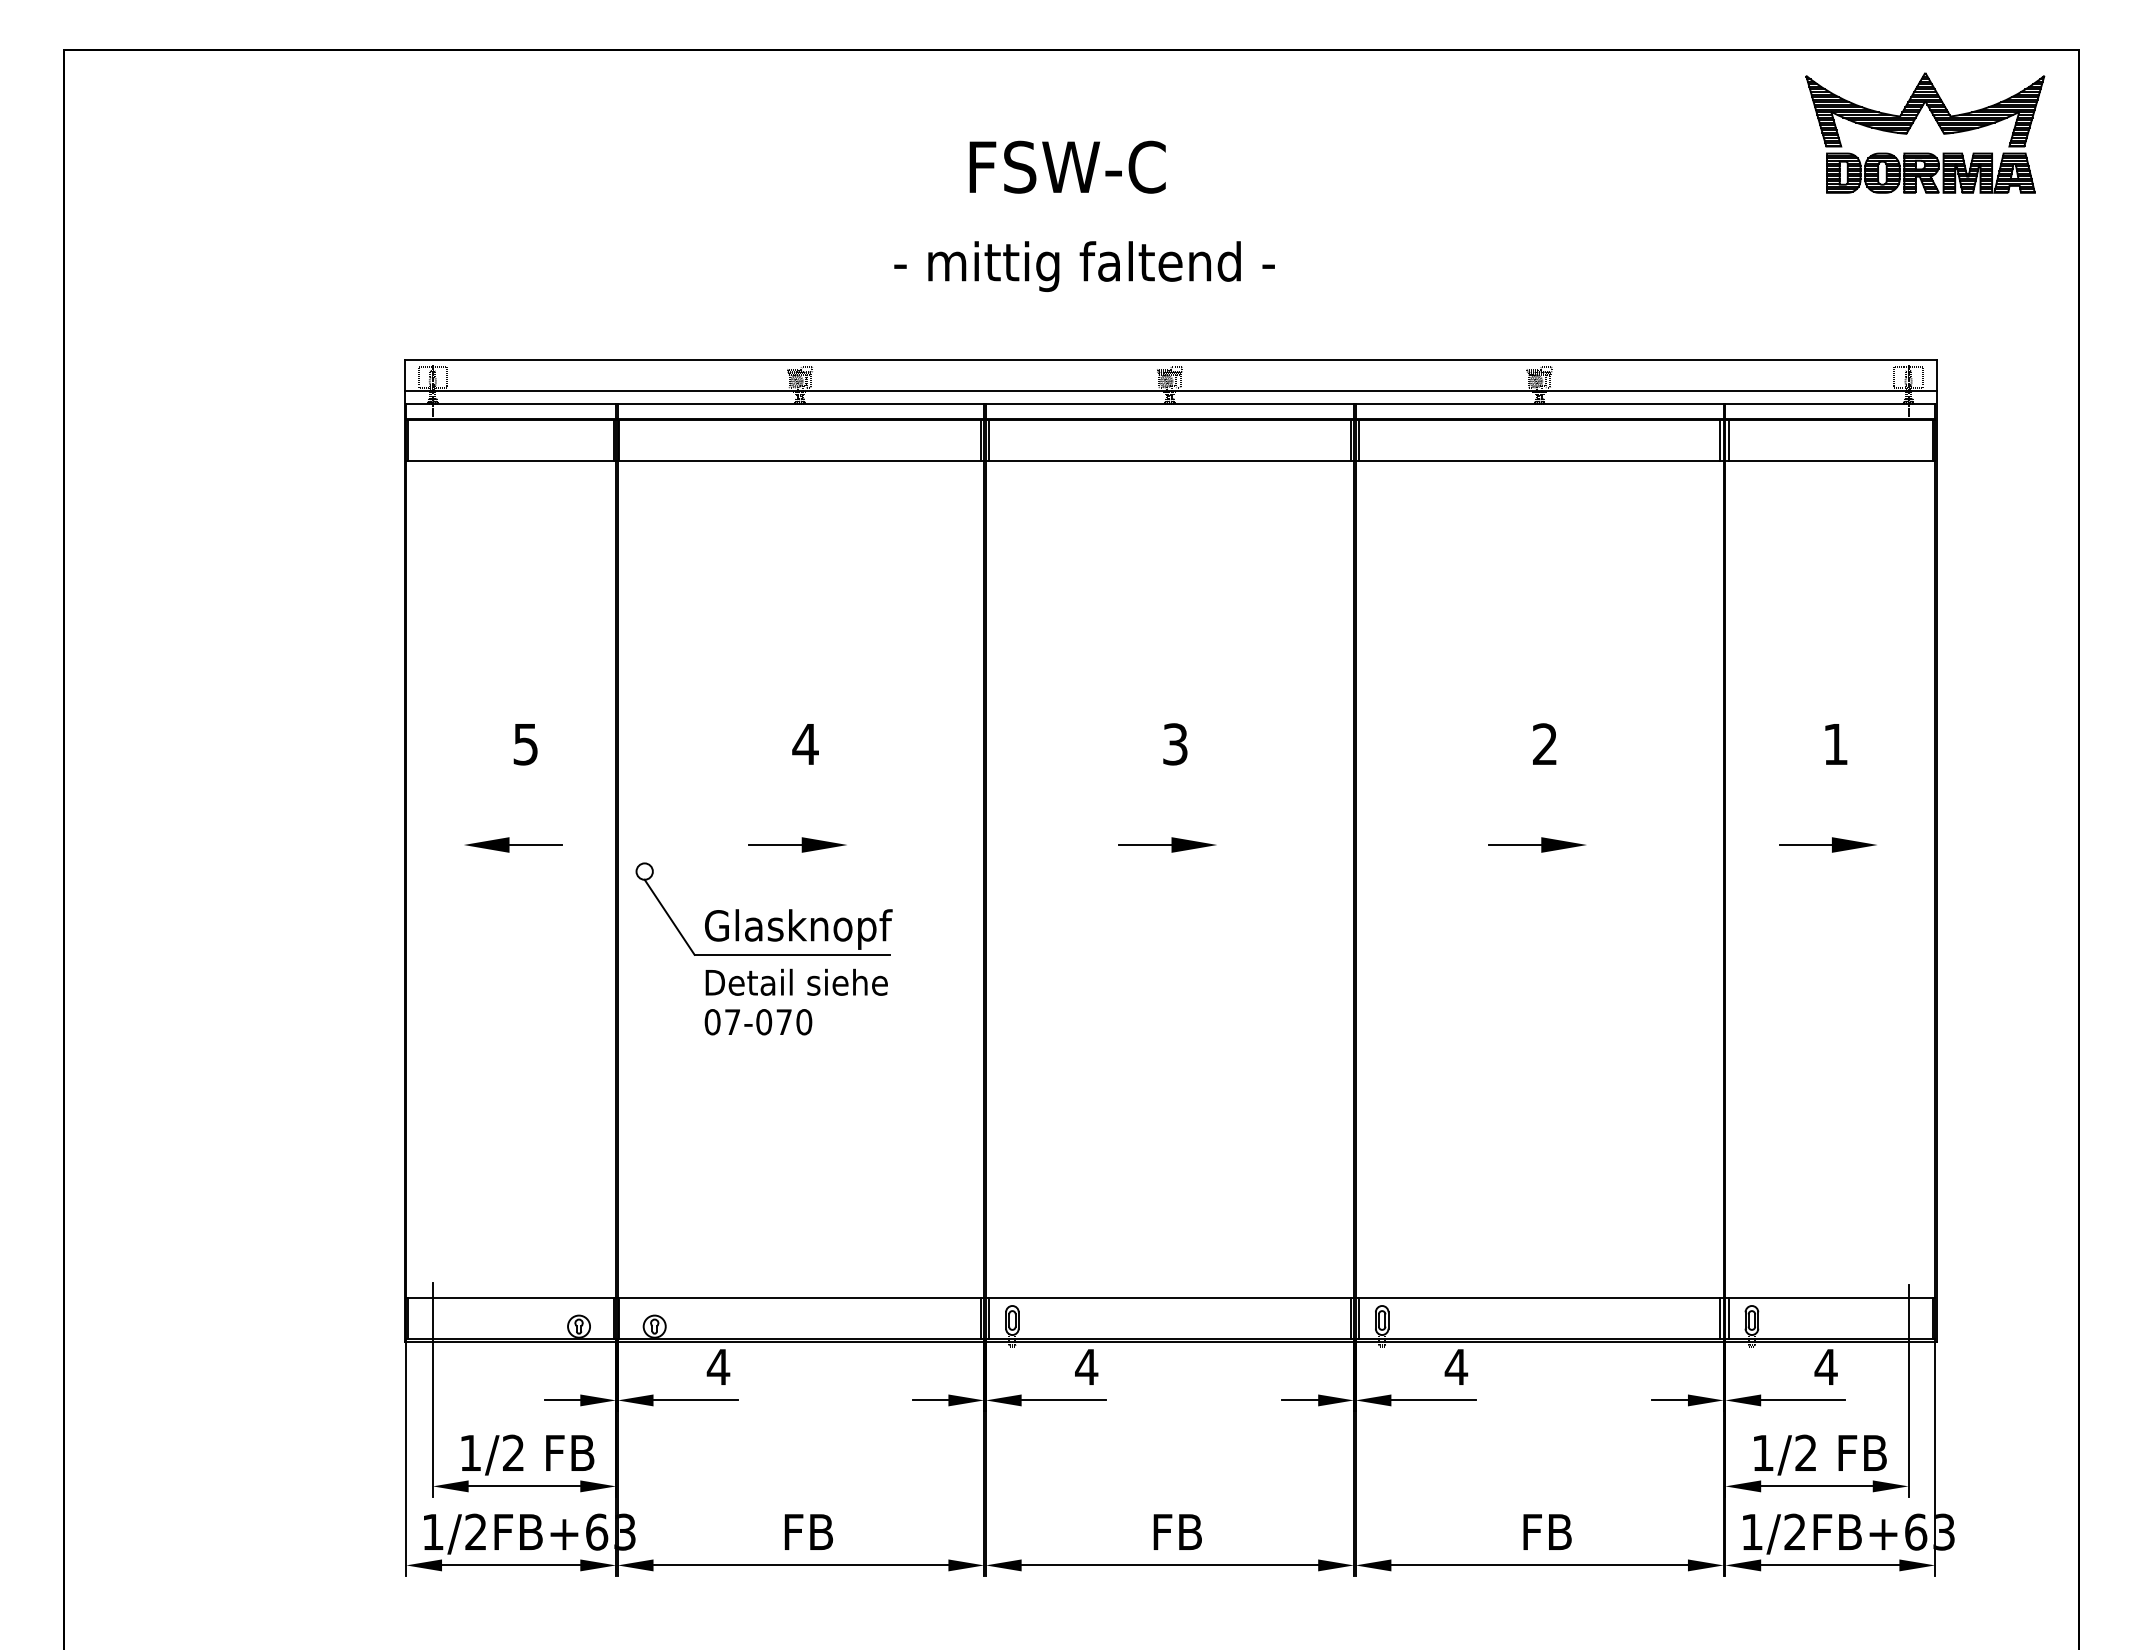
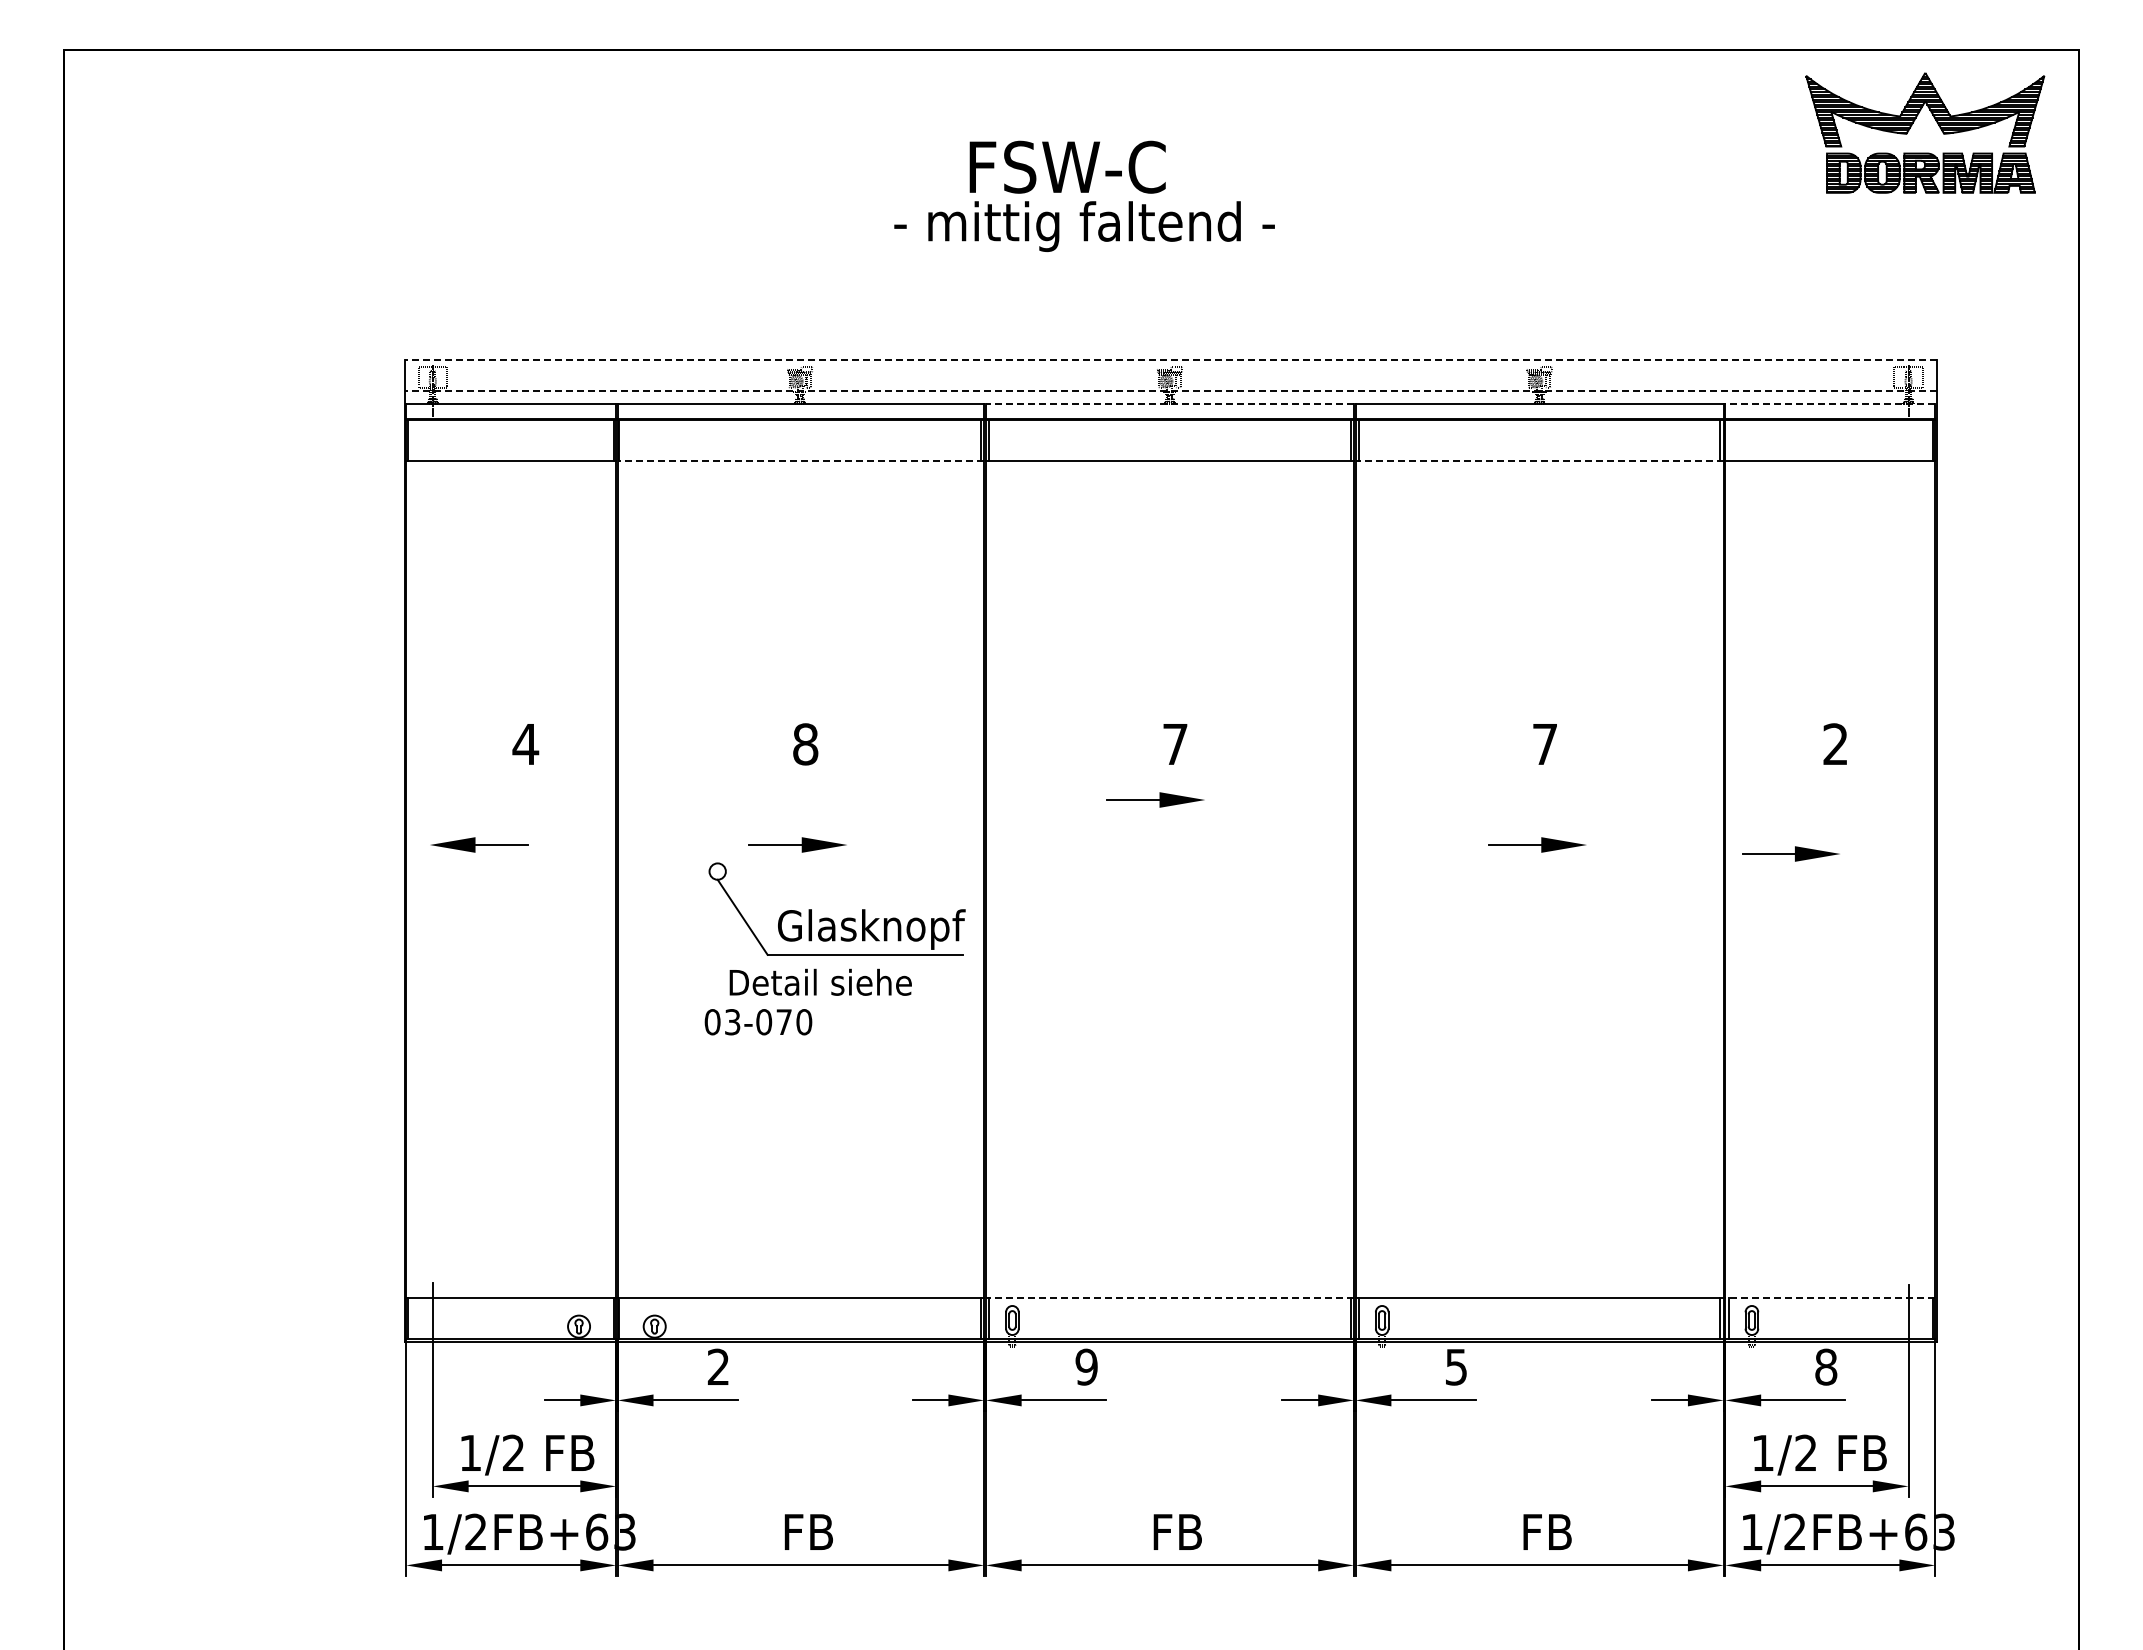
text at (1084, 266) position: (1084, 266) -> (1084, 226)
line at (1170, 360): solid -> dashed
line at (1170, 390): solid -> dashed
line at (1169, 404): solid -> dashed
line at (1830, 404): solid -> dashed
line at (1728, 439): present -> none
line at (800, 460): solid -> dashed
line at (1539, 460): solid -> dashed
text at (1544, 743): 2 -> 7
text at (1835, 743): 1 -> 2
text at (525, 744): 5 -> 4
text at (805, 744): 4 -> 8
text at (1175, 744): 3 -> 7
part at (513, 844) position: (513, 844) -> (479, 844)
part at (1167, 844) position: (1167, 844) -> (1155, 799)
part at (1827, 844) position: (1827, 844) -> (1790, 853)
part at (757, 918) position: (757, 918) -> (830, 918)
text at (796, 981) position: (796, 981) -> (820, 981)
text at (732, 1022): 07-070 -> 03-070
line at (1169, 1298): solid -> dashed
line at (1830, 1298): solid -> dashed
text at (718, 1366): 4 -> 2
text at (1086, 1366): 4 -> 9
text at (1825, 1366): 4 -> 8
text at (1456, 1367): 4 -> 5
